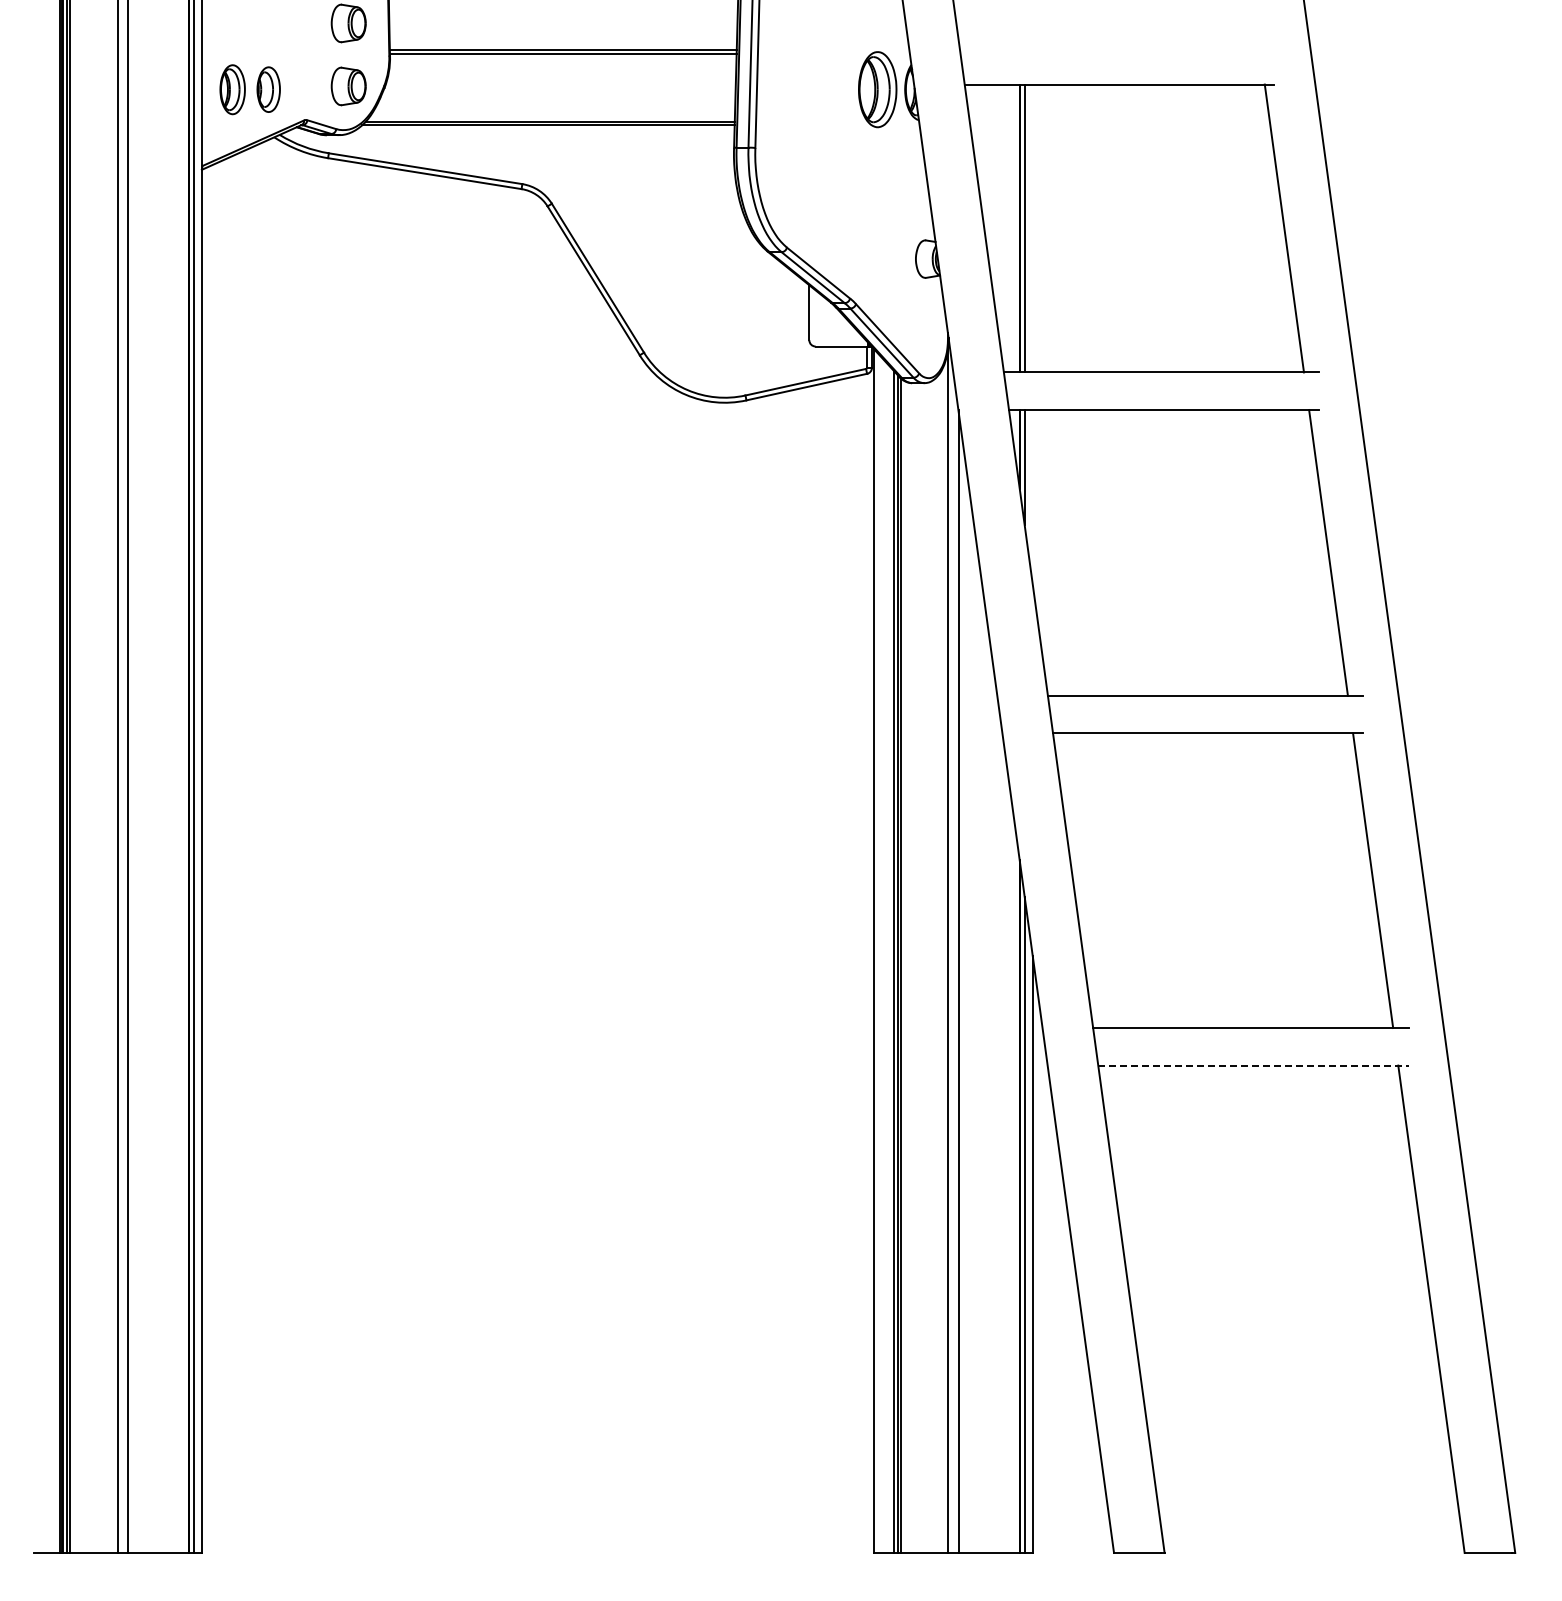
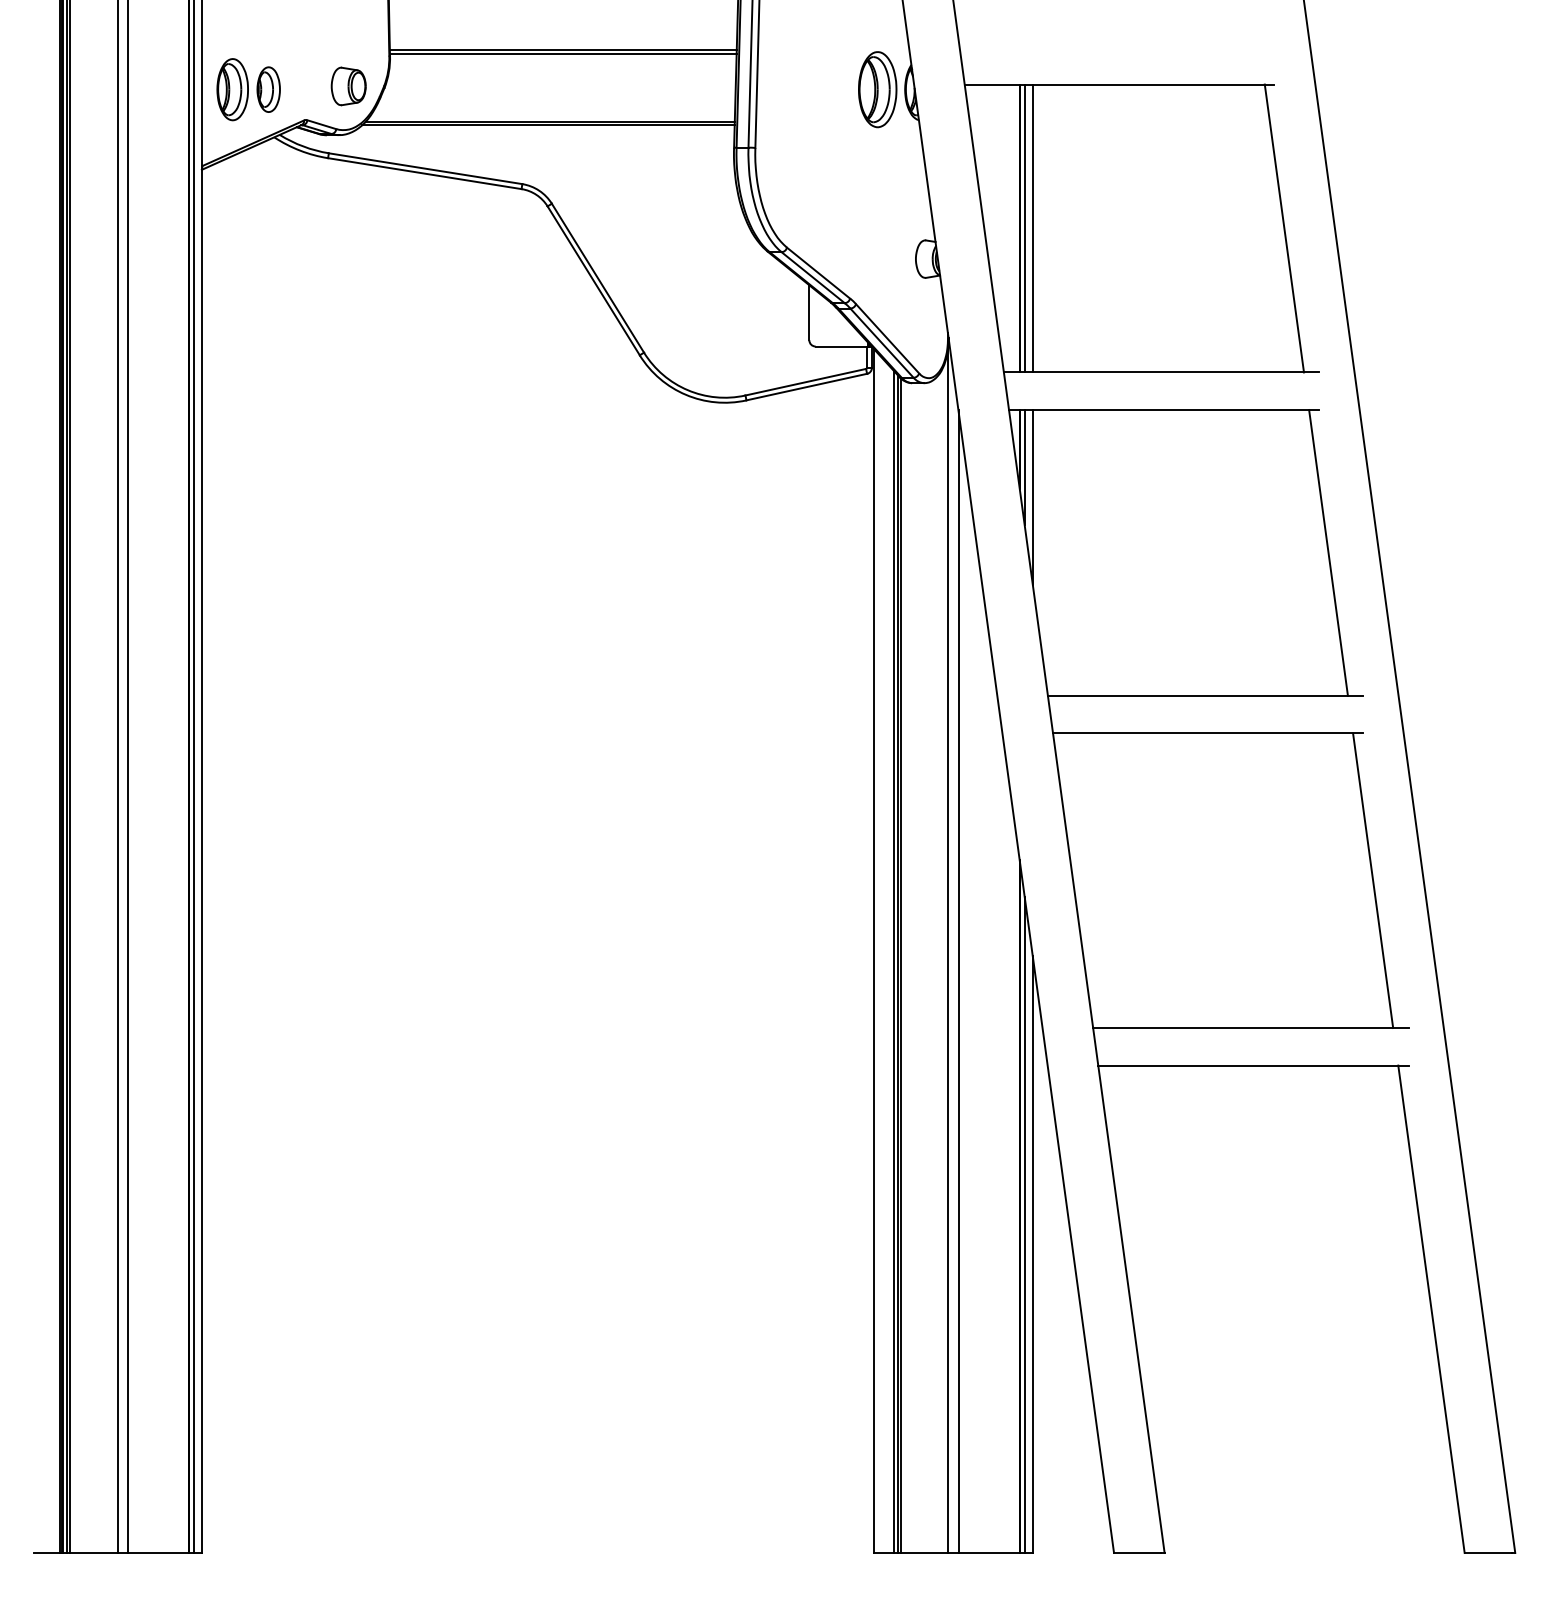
part at (348, 23): present -> none
part at (232, 89) size: 27x52 px -> 33x64 px
line at (1032, 228): none -> present
line at (1032, 497): none -> present
line at (1254, 1065): dashed -> solid
